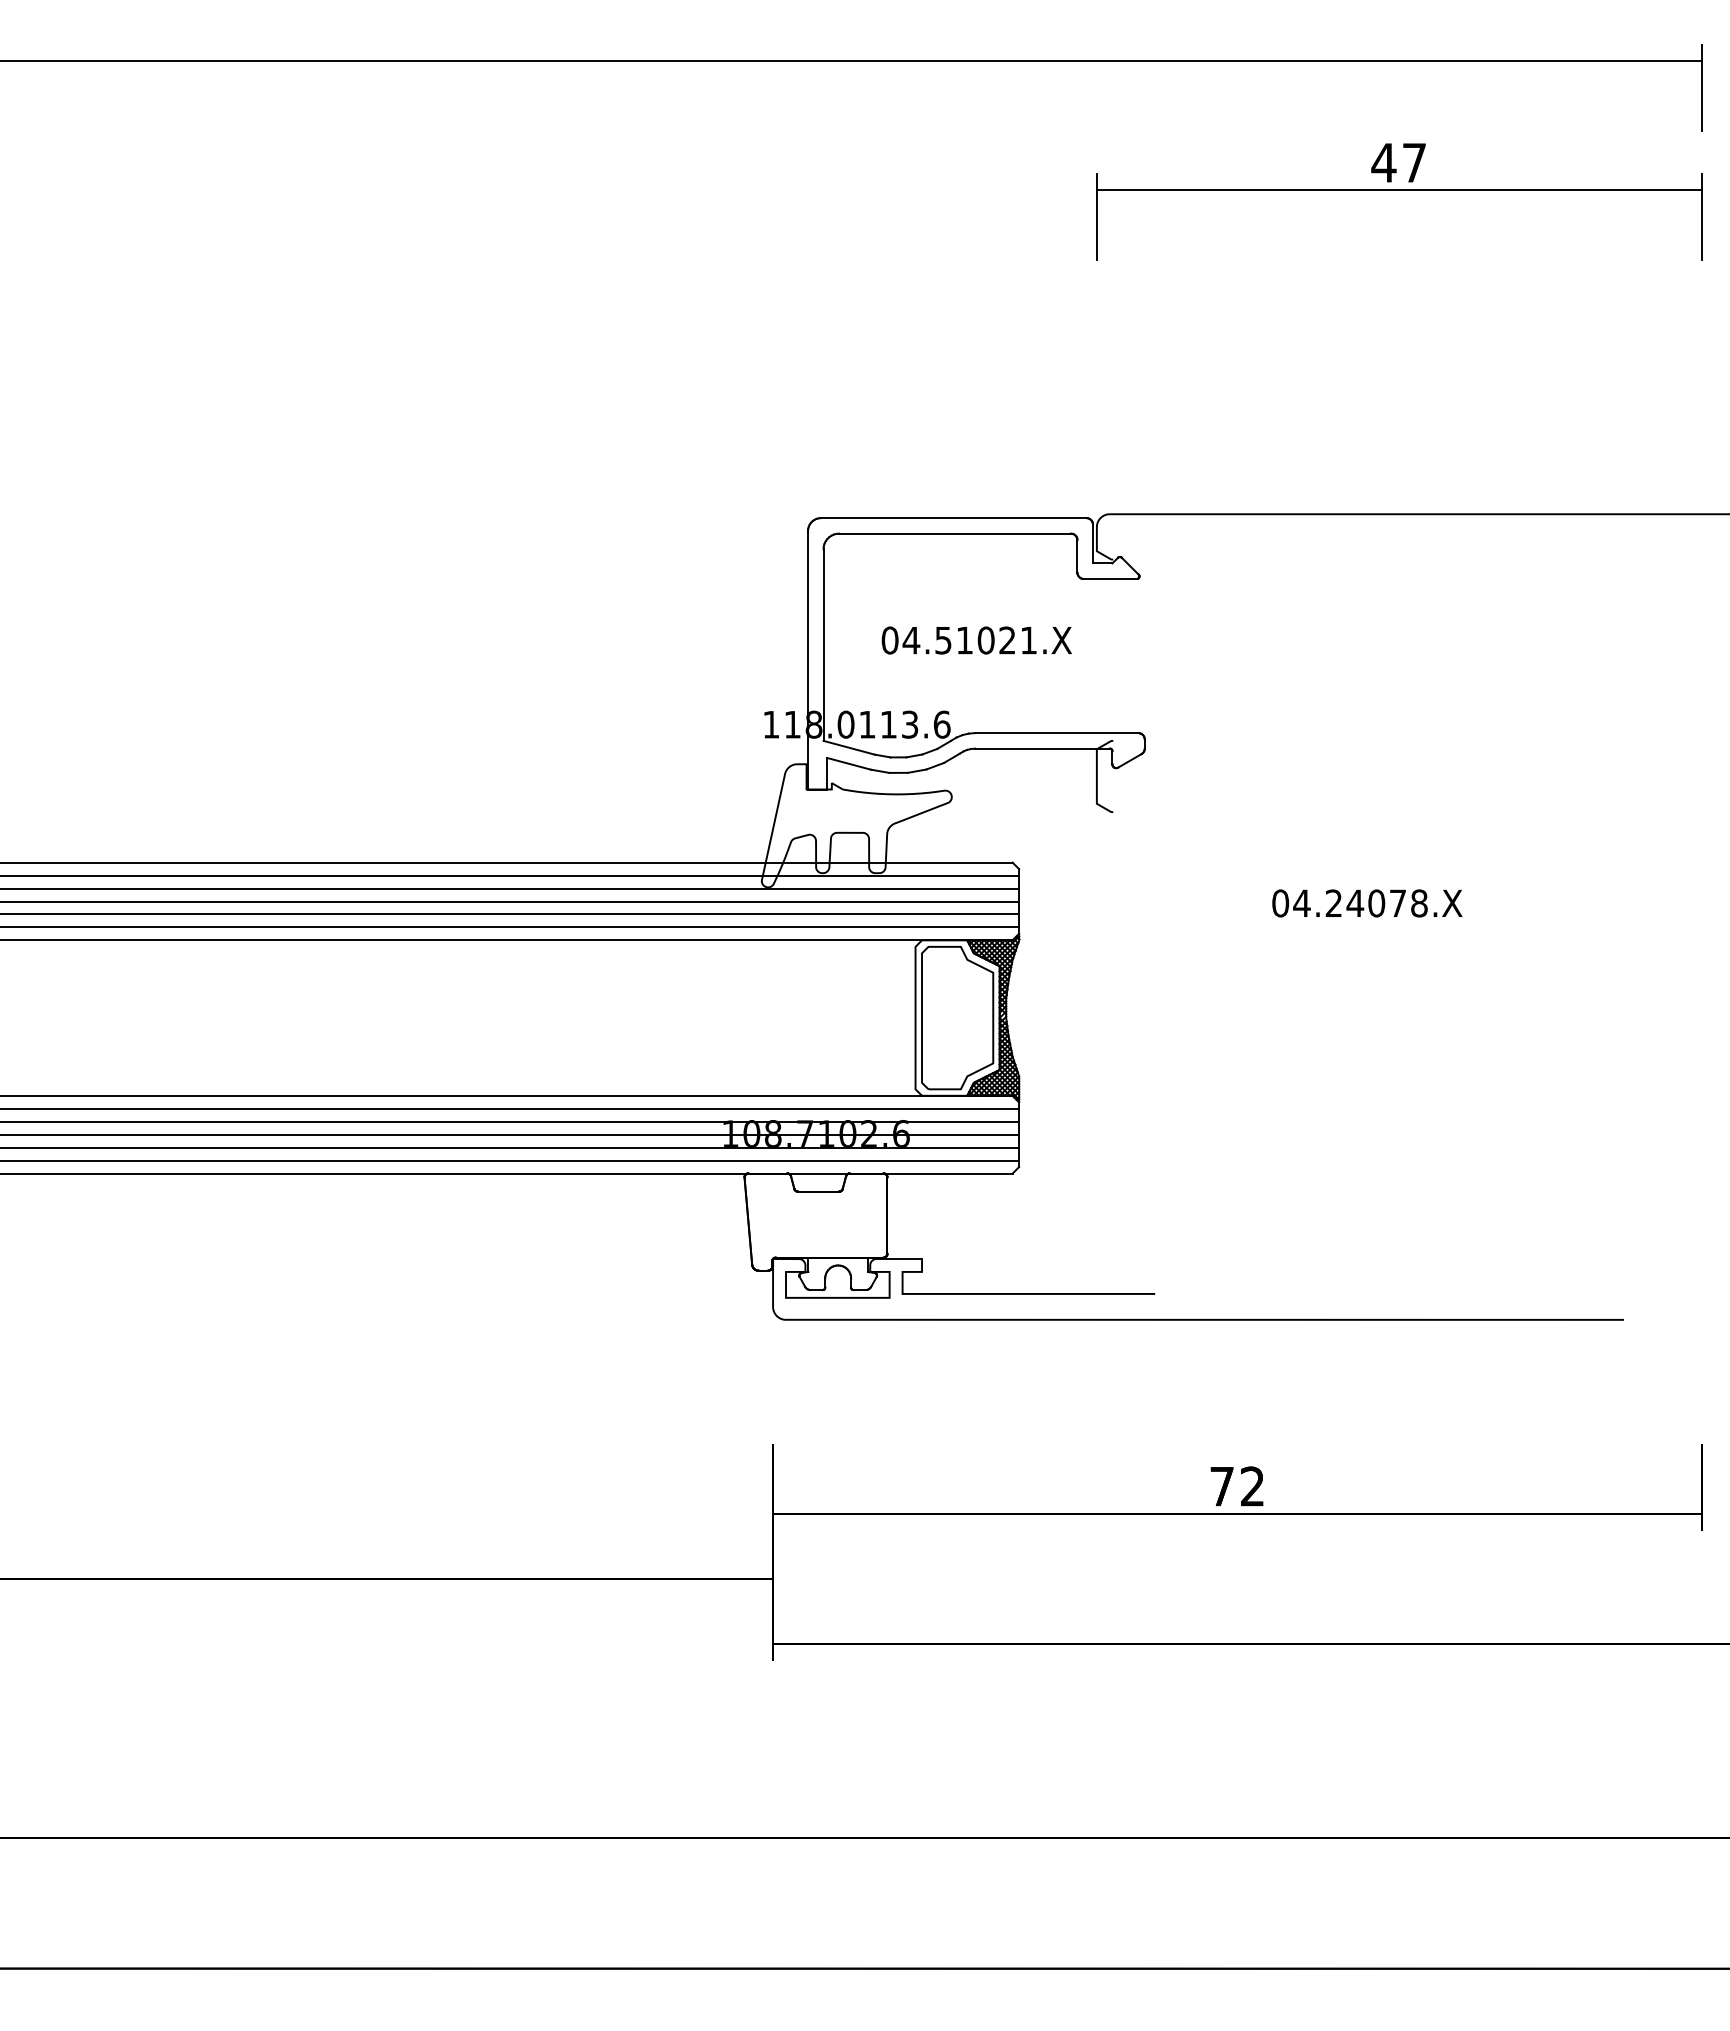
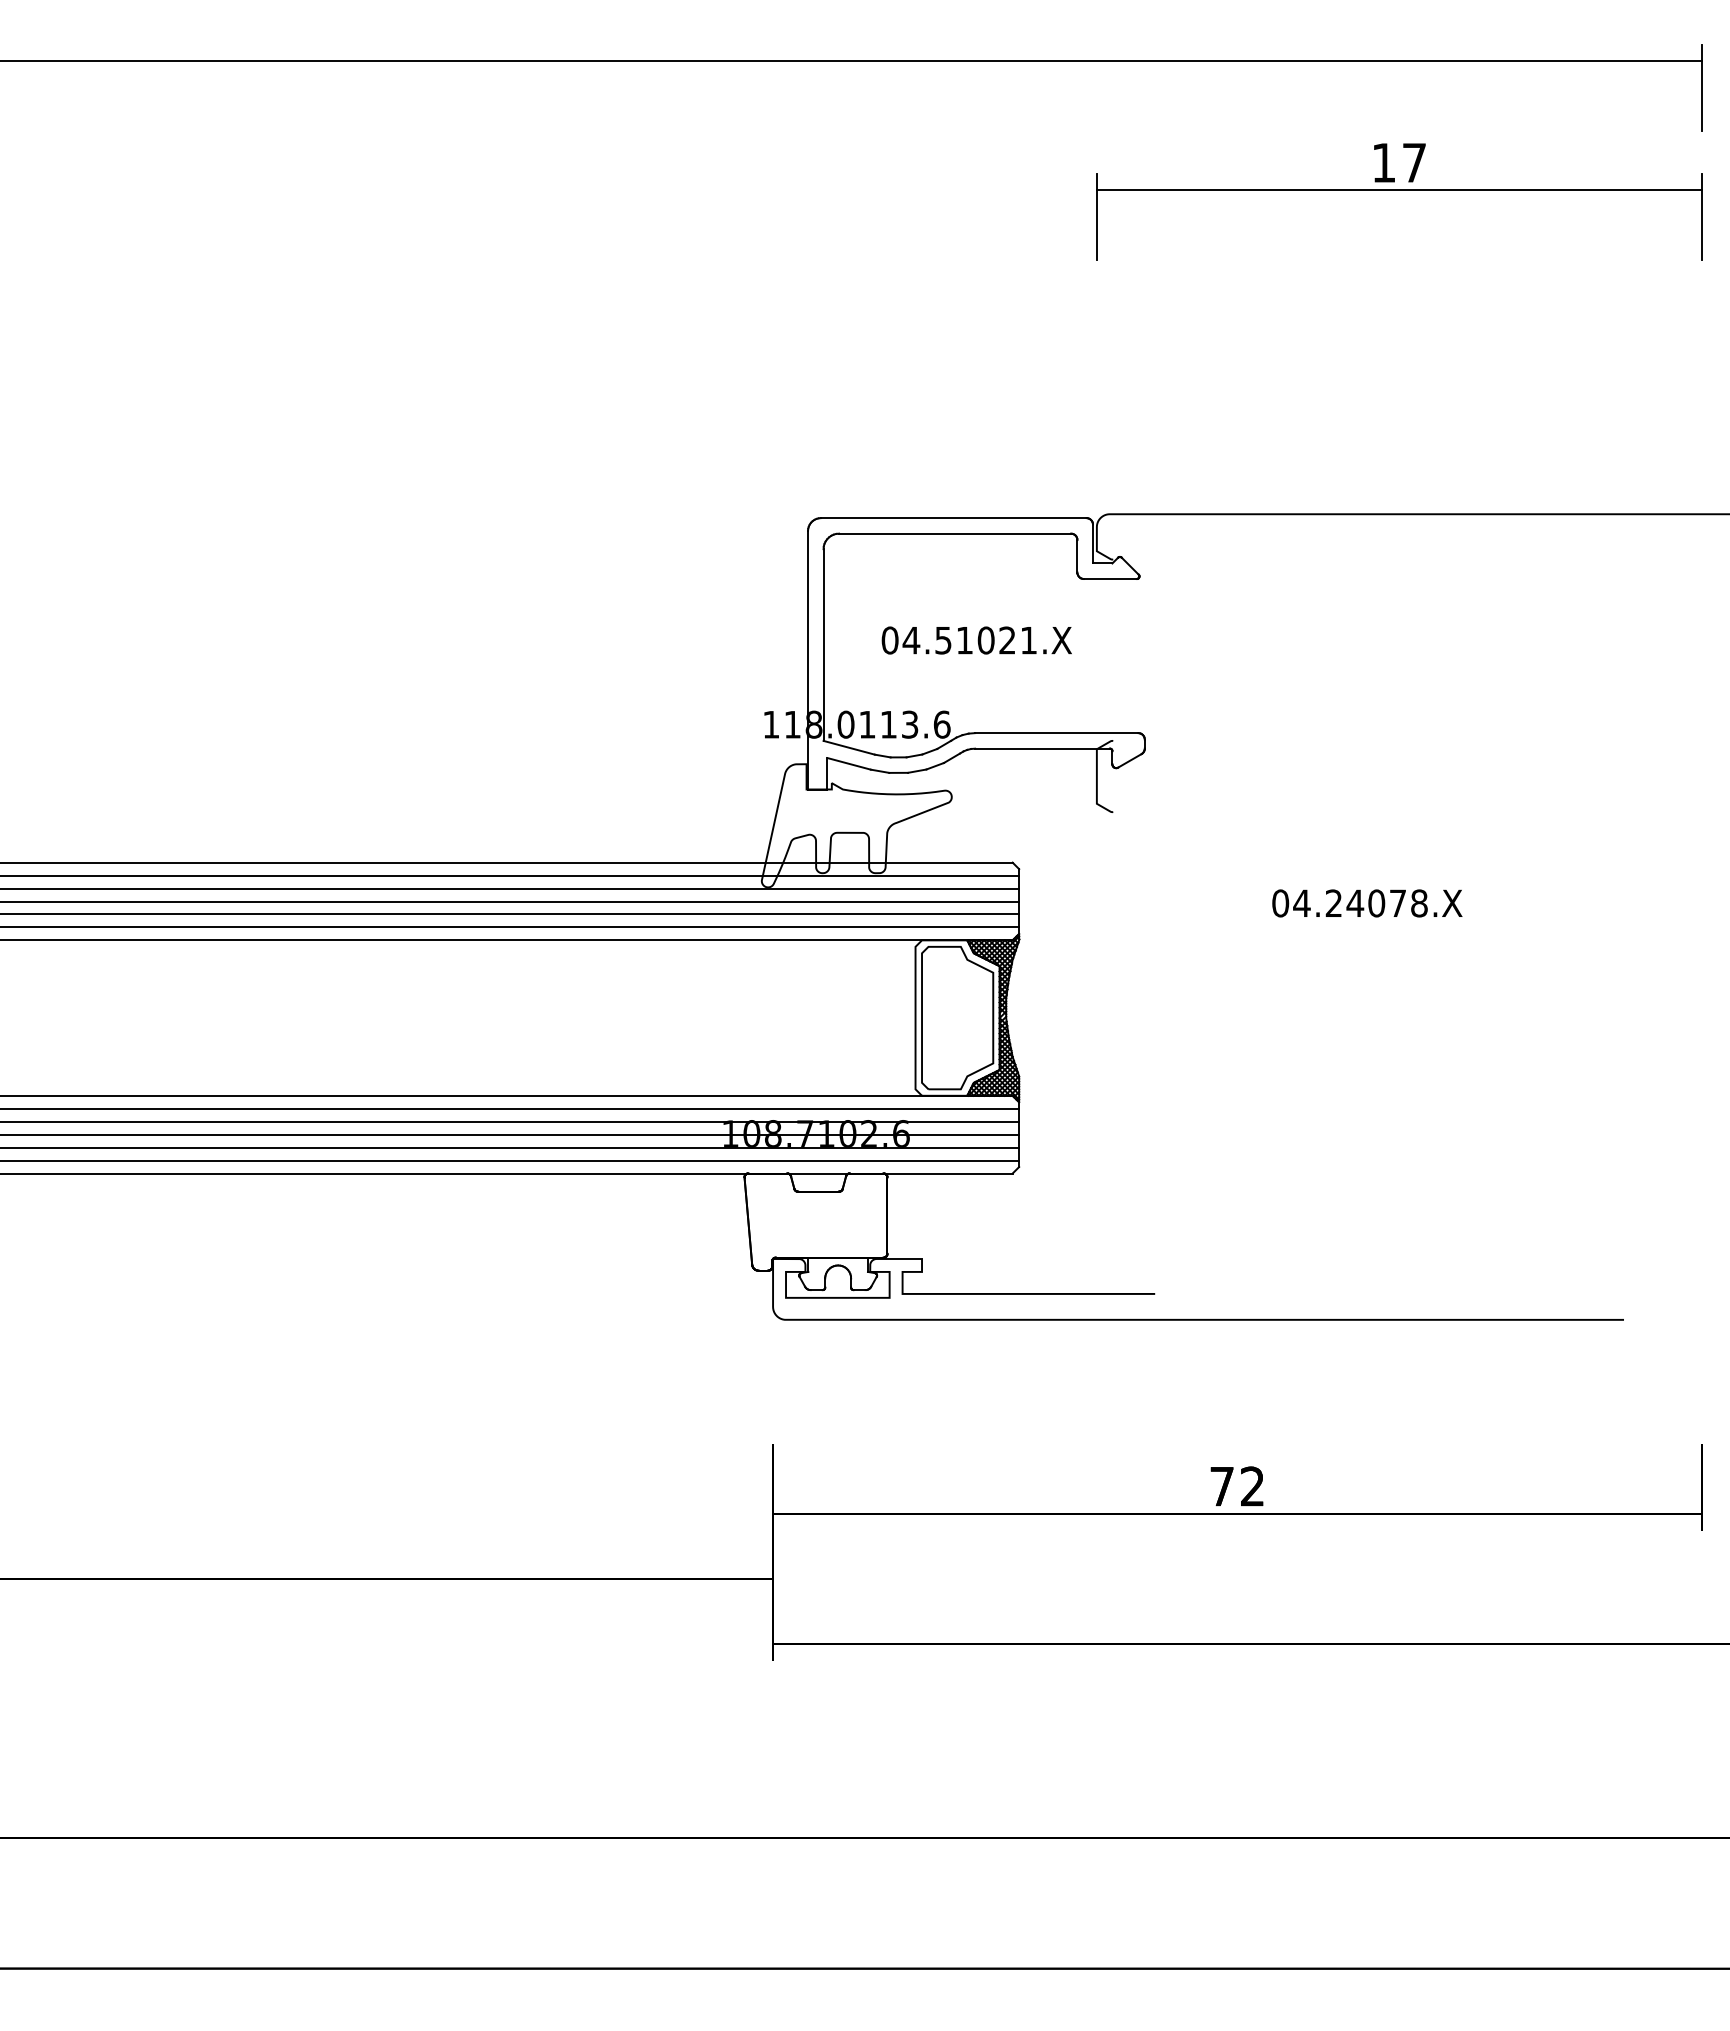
text at (1383, 162): 47 -> 17
